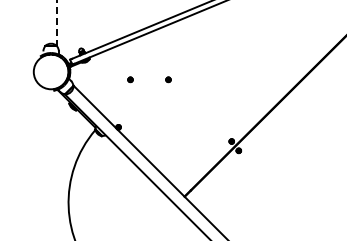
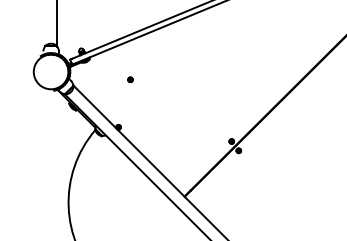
line at (57, 23): dashed -> solid
part at (168, 79): present -> none
